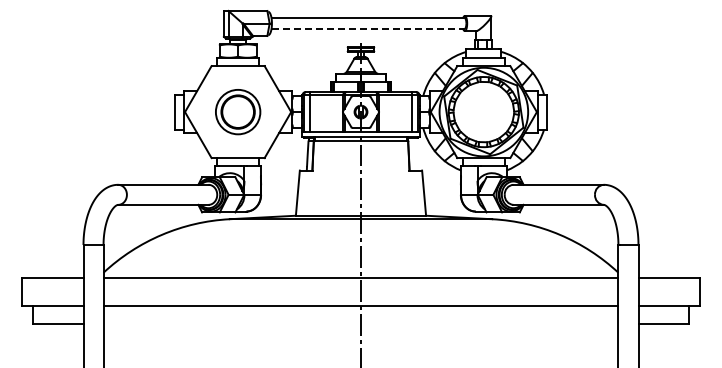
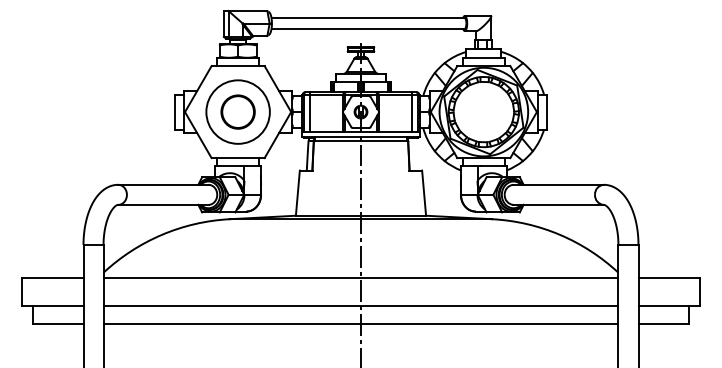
line at (368, 28): dashed -> solid
circle at (237, 111) diameter: 44 px -> 64 px
line at (360, 324): none -> present
